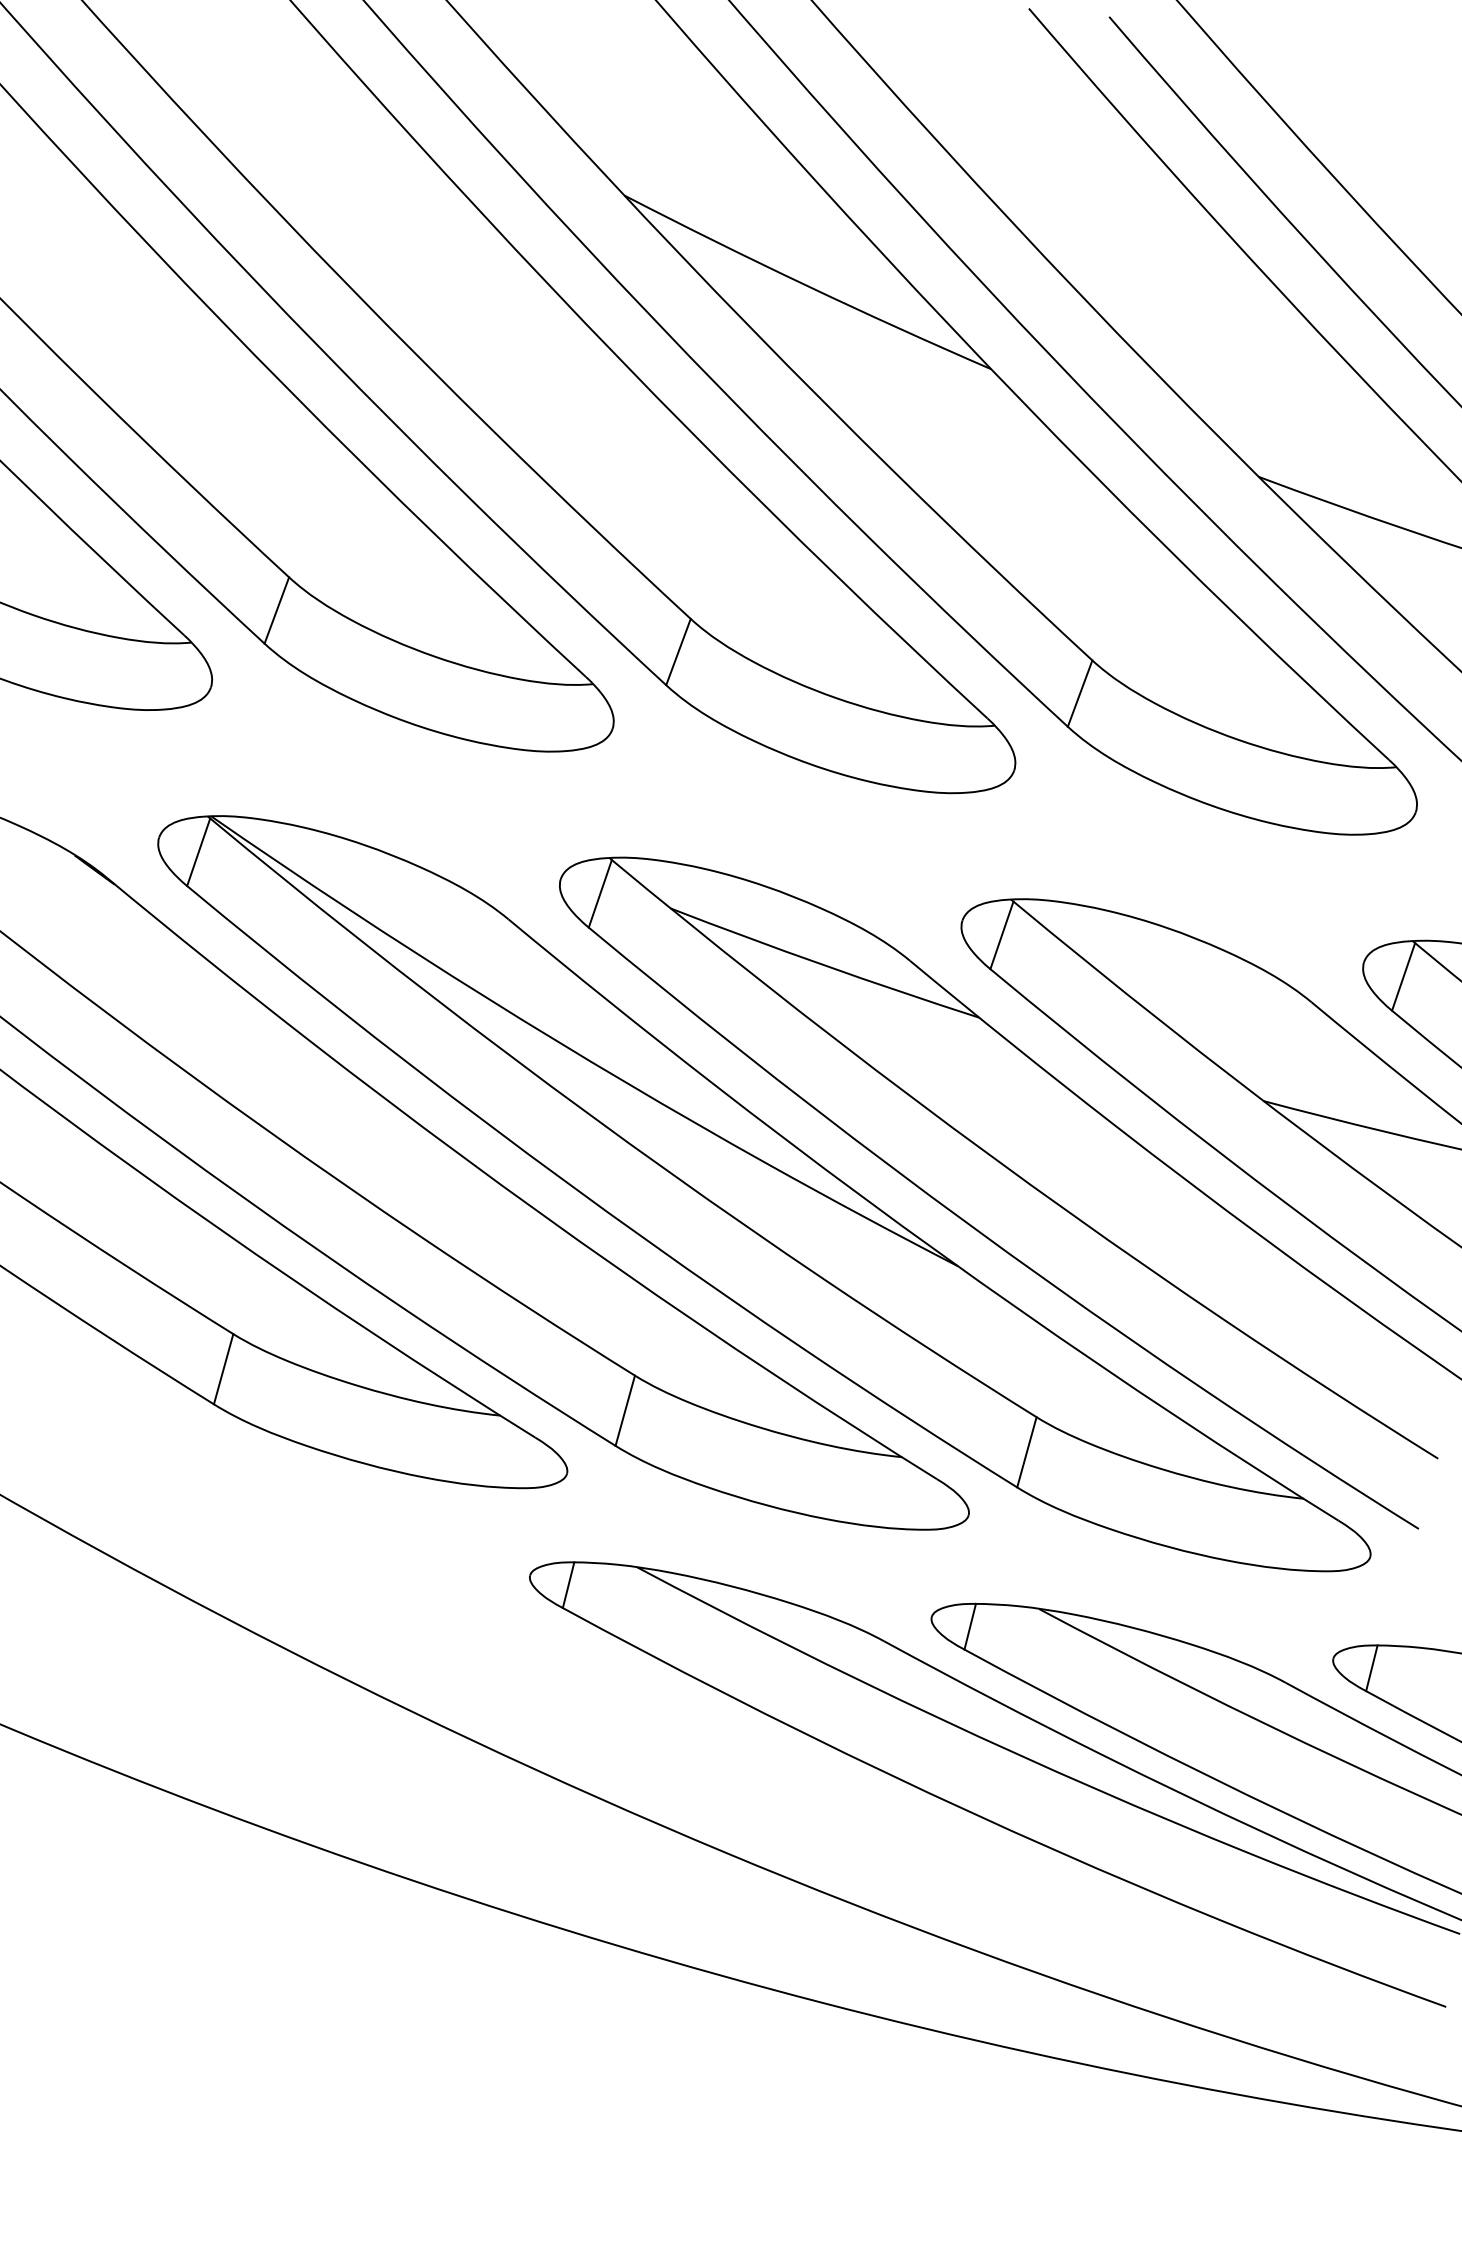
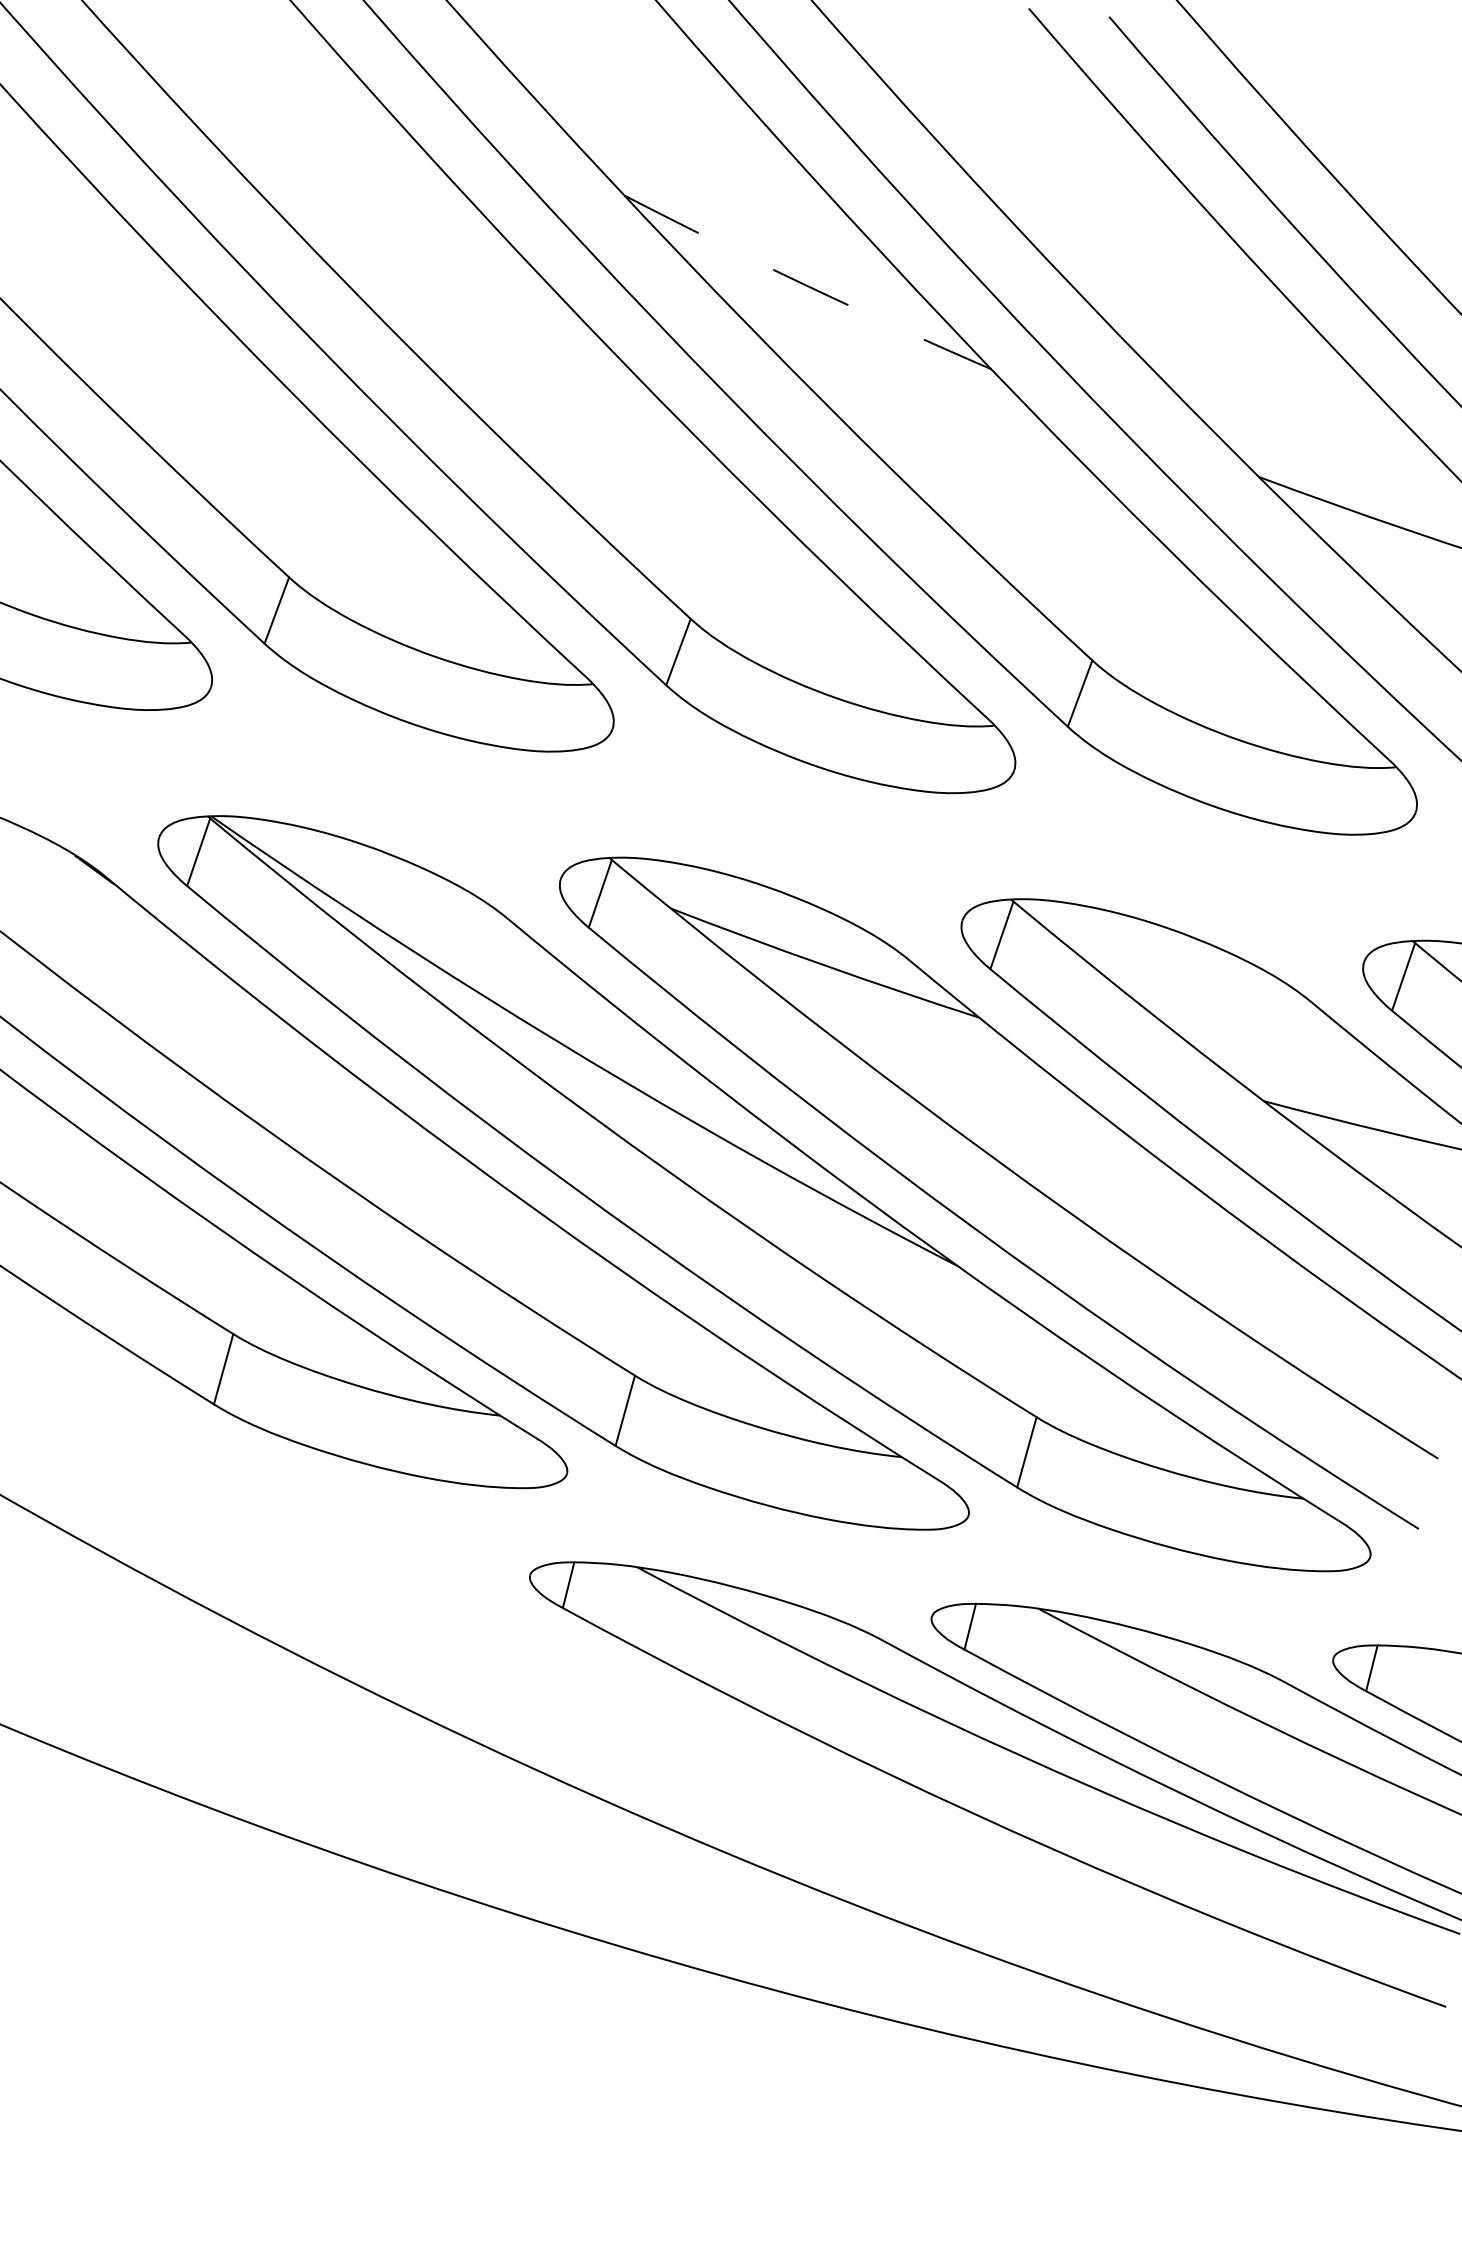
arc at (806, 285): solid -> dashed
